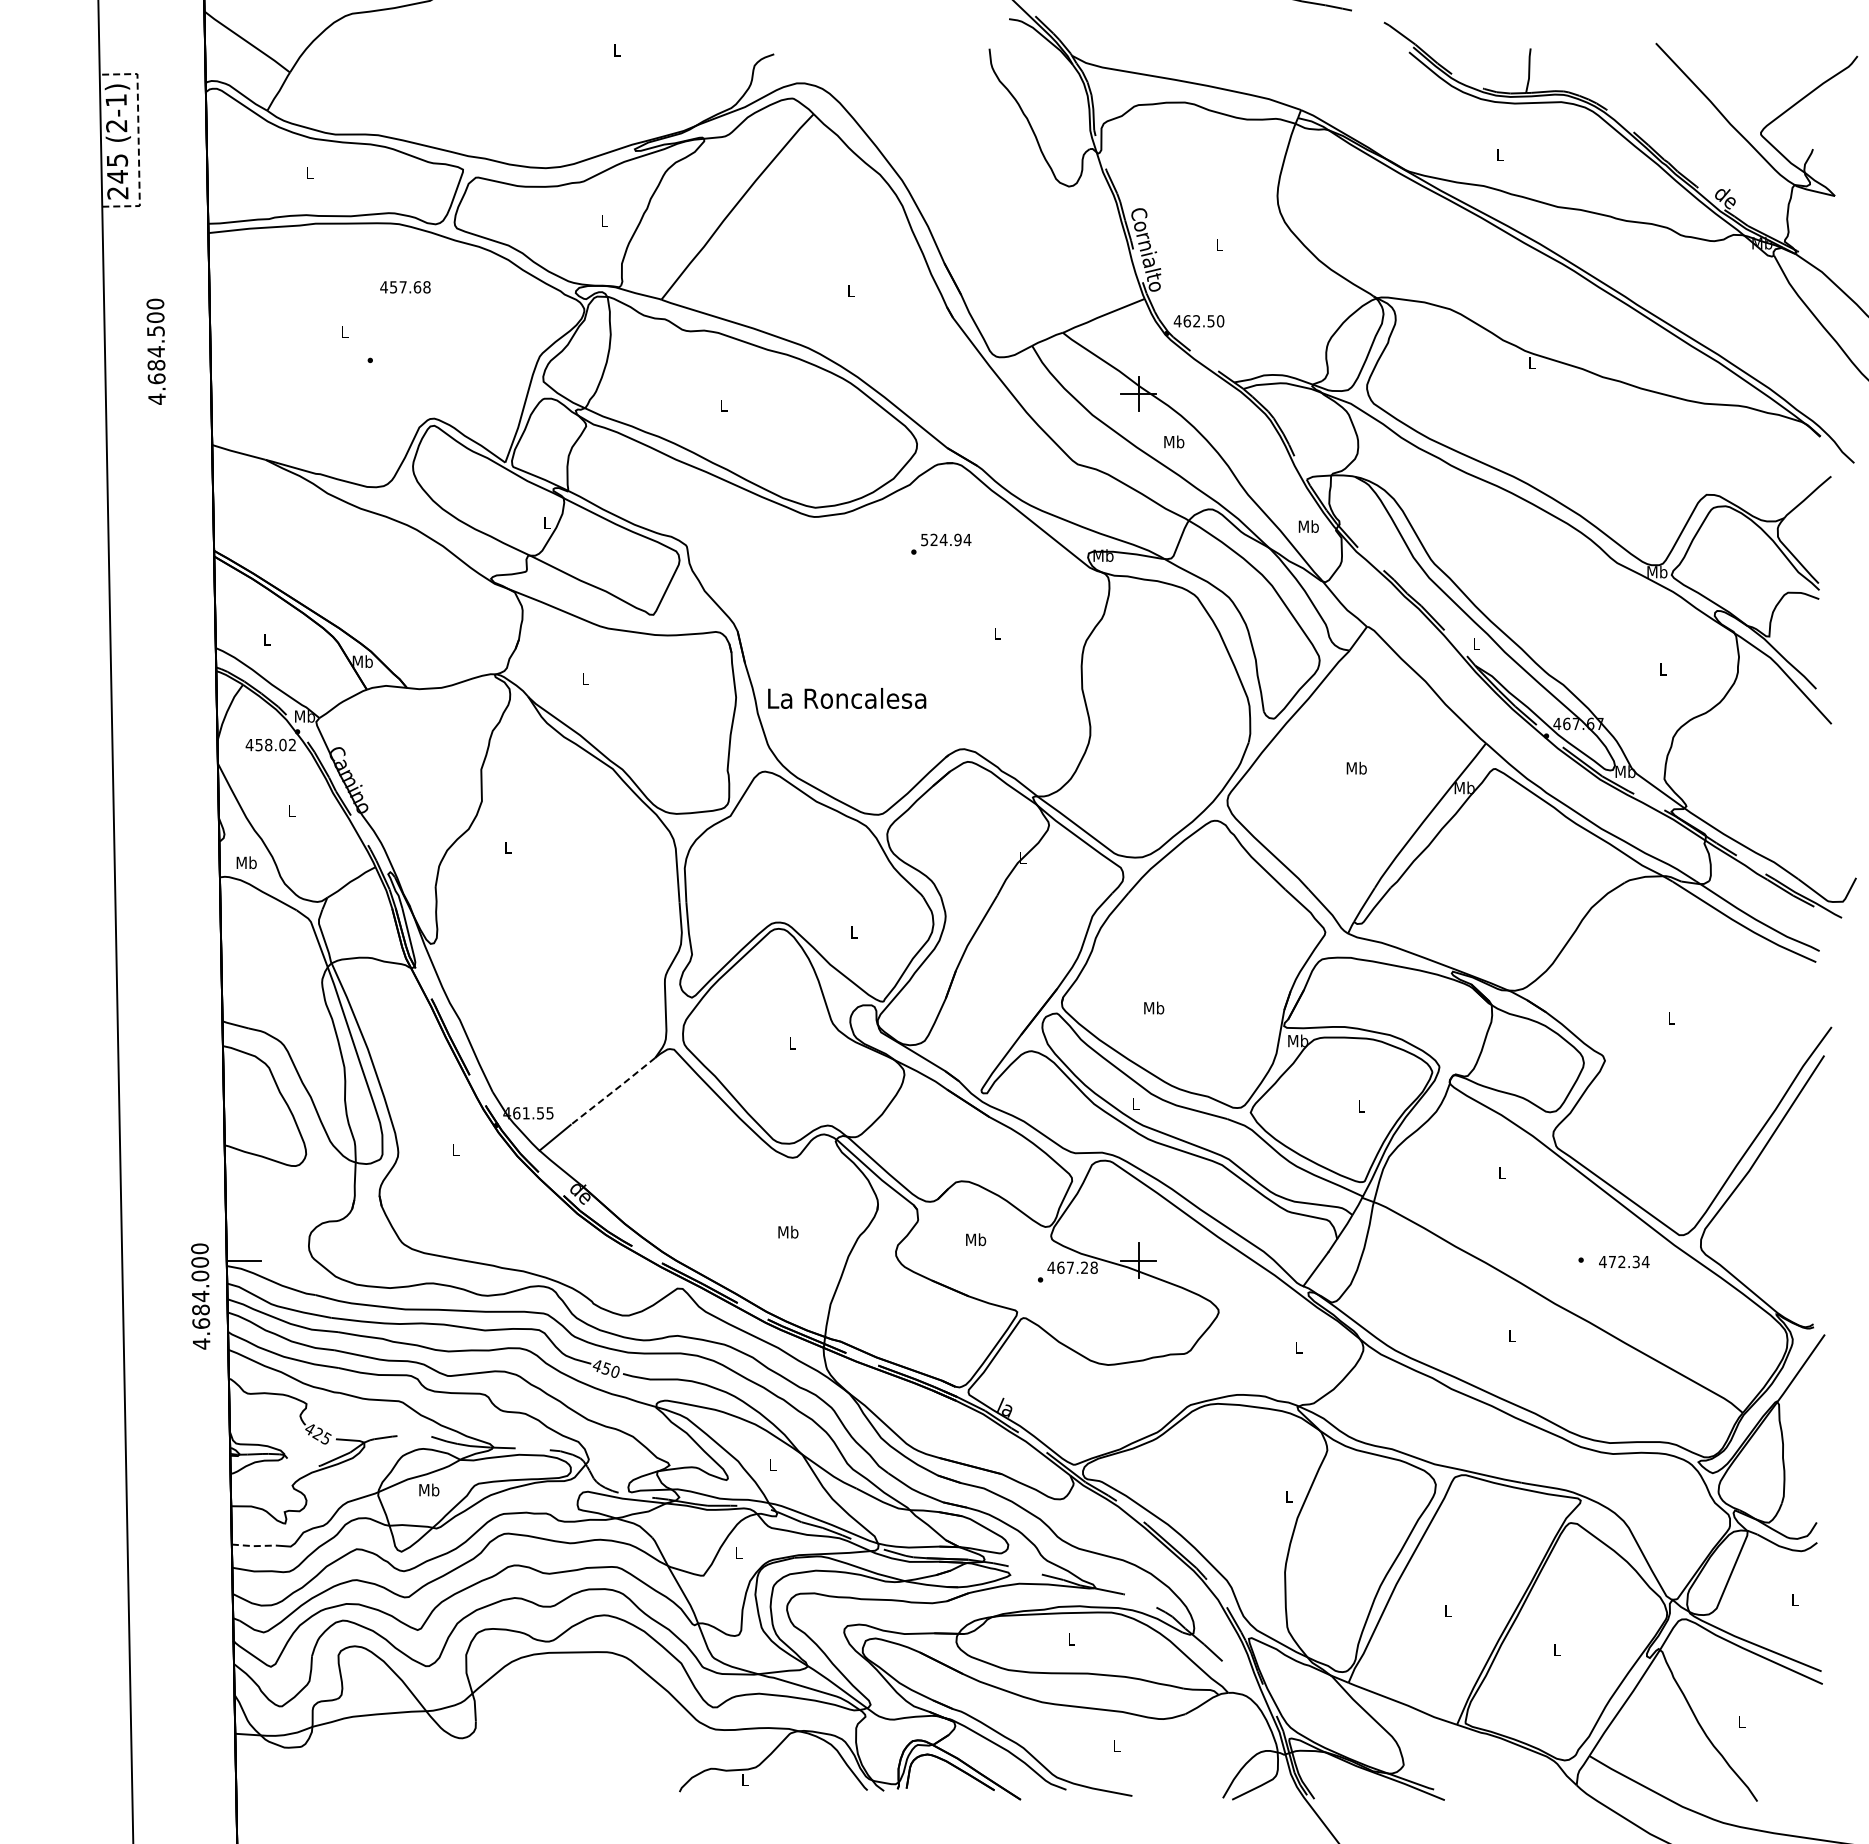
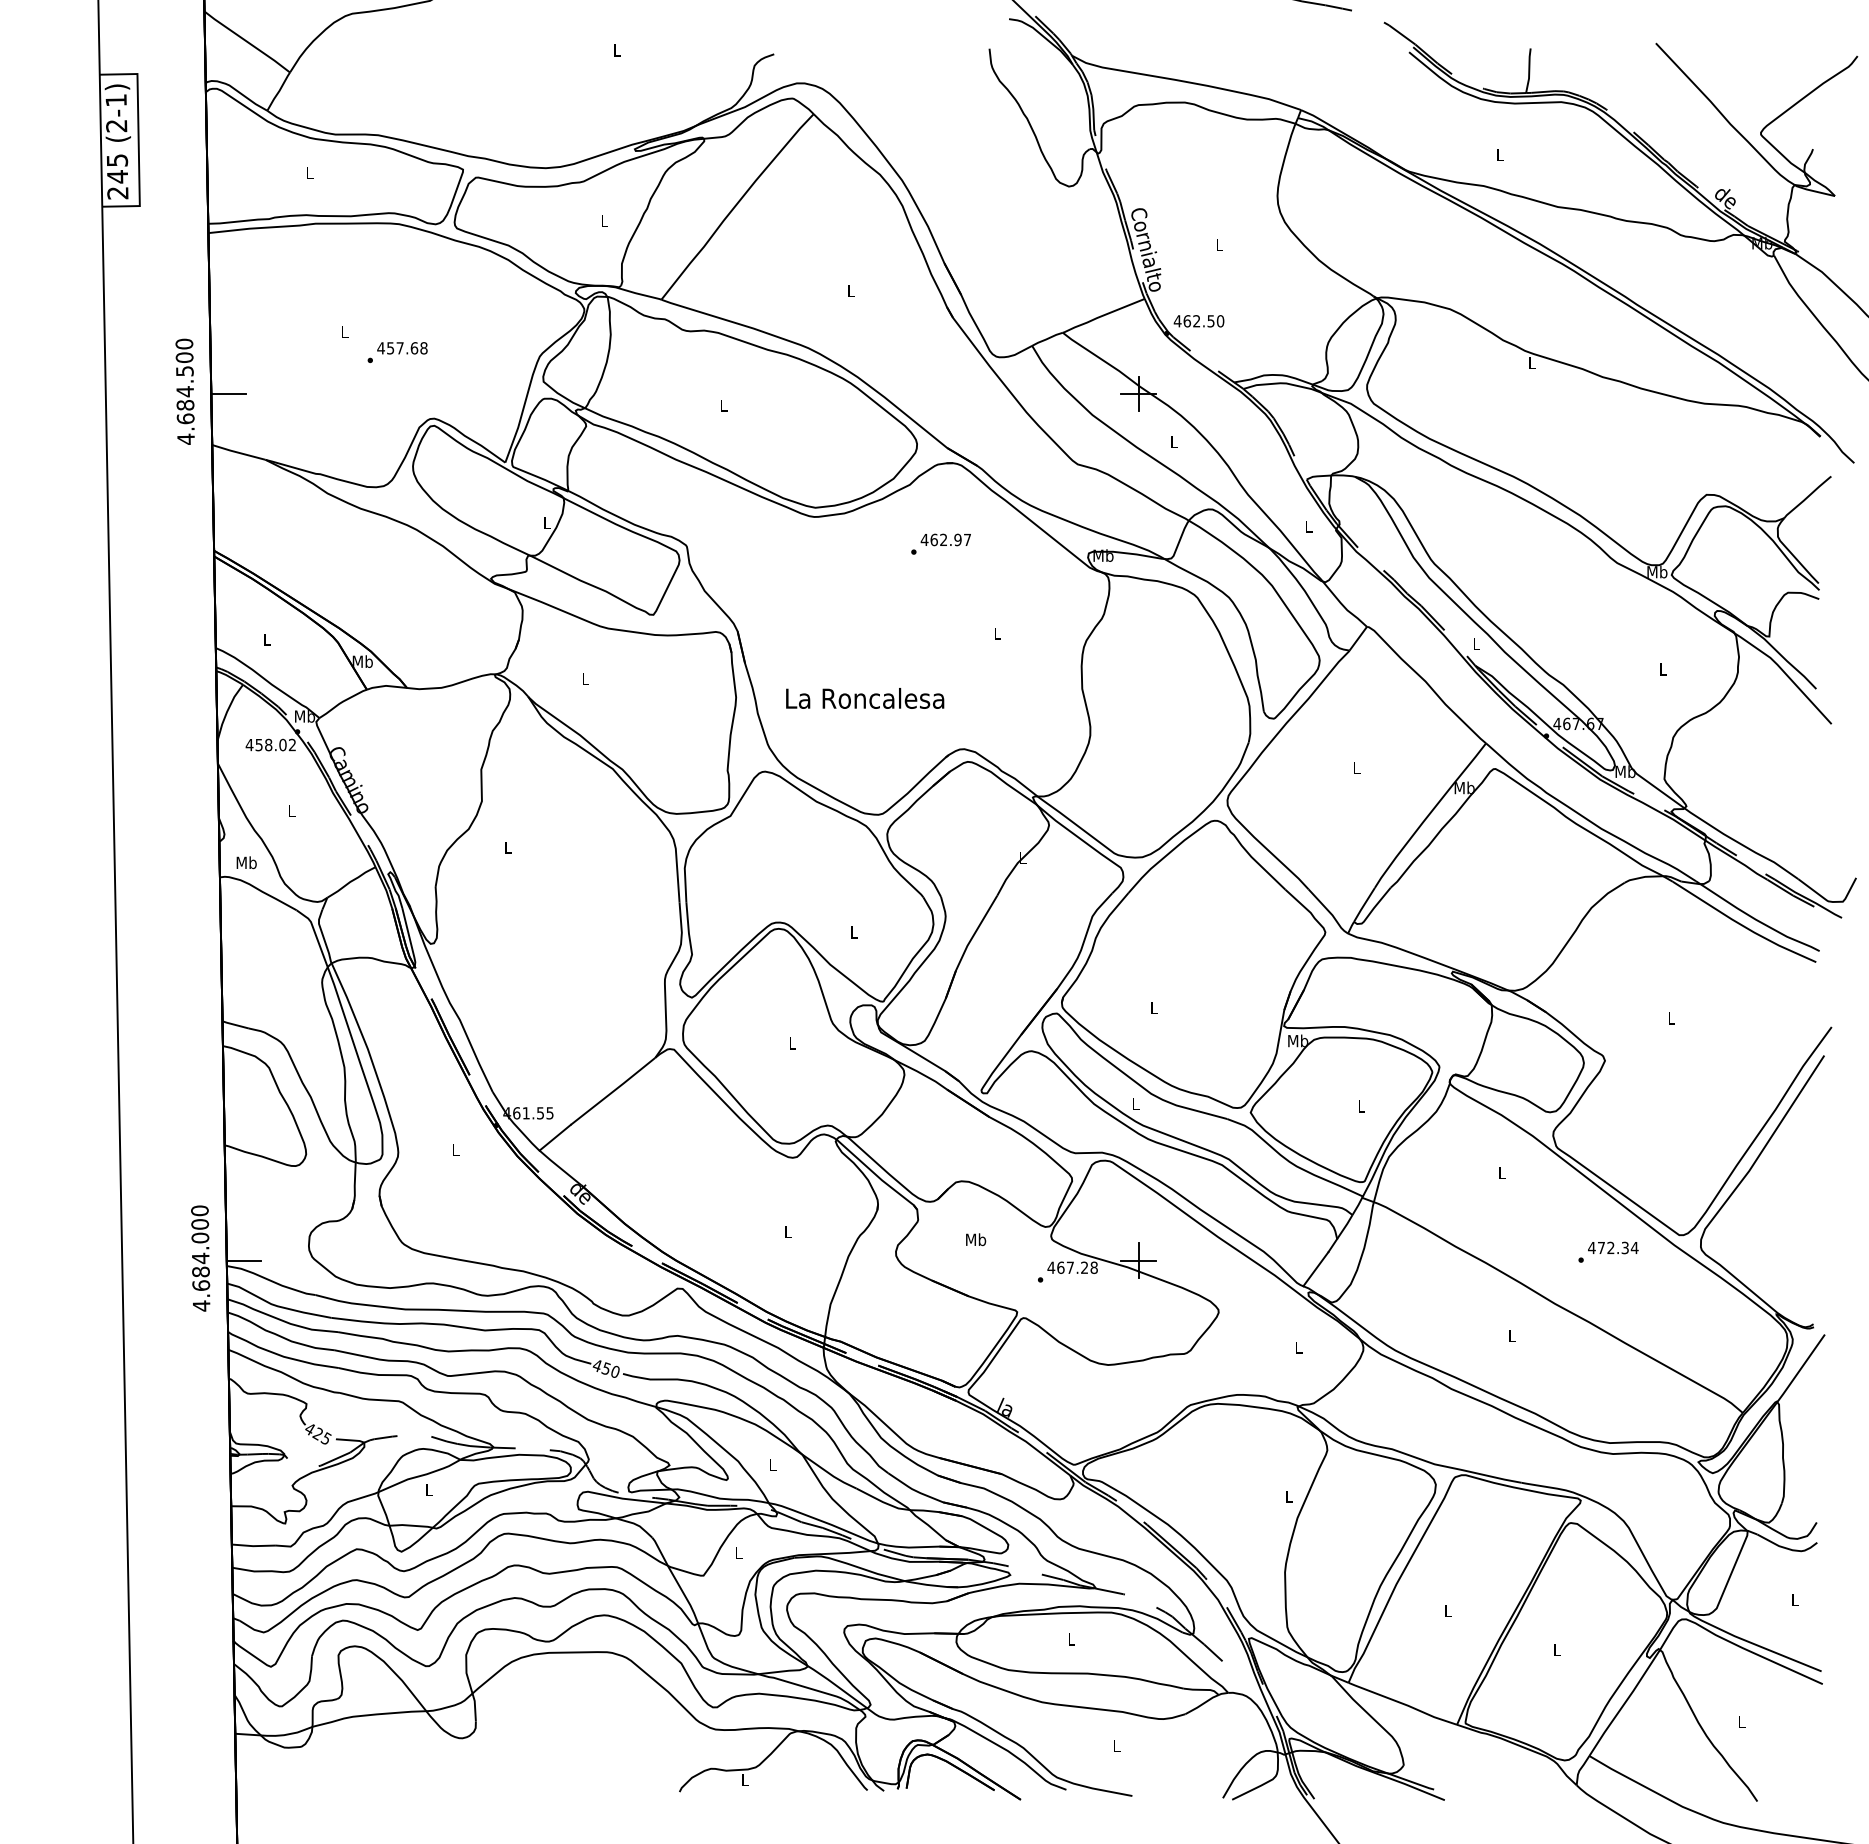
line at (138, 139): dashed -> solid
text at (405, 287) position: (405, 287) -> (402, 348)
text at (155, 351) position: (155, 351) -> (184, 391)
line at (228, 394): none -> present
text at (1174, 441): Mb -> L
text at (1308, 526): Mb -> L
text at (945, 539): 524.94 -> 462.97
text at (847, 698) position: (847, 698) -> (865, 698)
text at (1356, 767): Mb -> L
text at (1154, 1007): Mb -> L
line at (613, 1091): dashed -> solid
text at (788, 1231): Mb -> L
text at (1624, 1261) position: (1624, 1261) -> (1613, 1247)
text at (200, 1296) position: (200, 1296) -> (200, 1258)
text at (429, 1489): Mb -> L
line at (253, 1546): dashed -> solid
